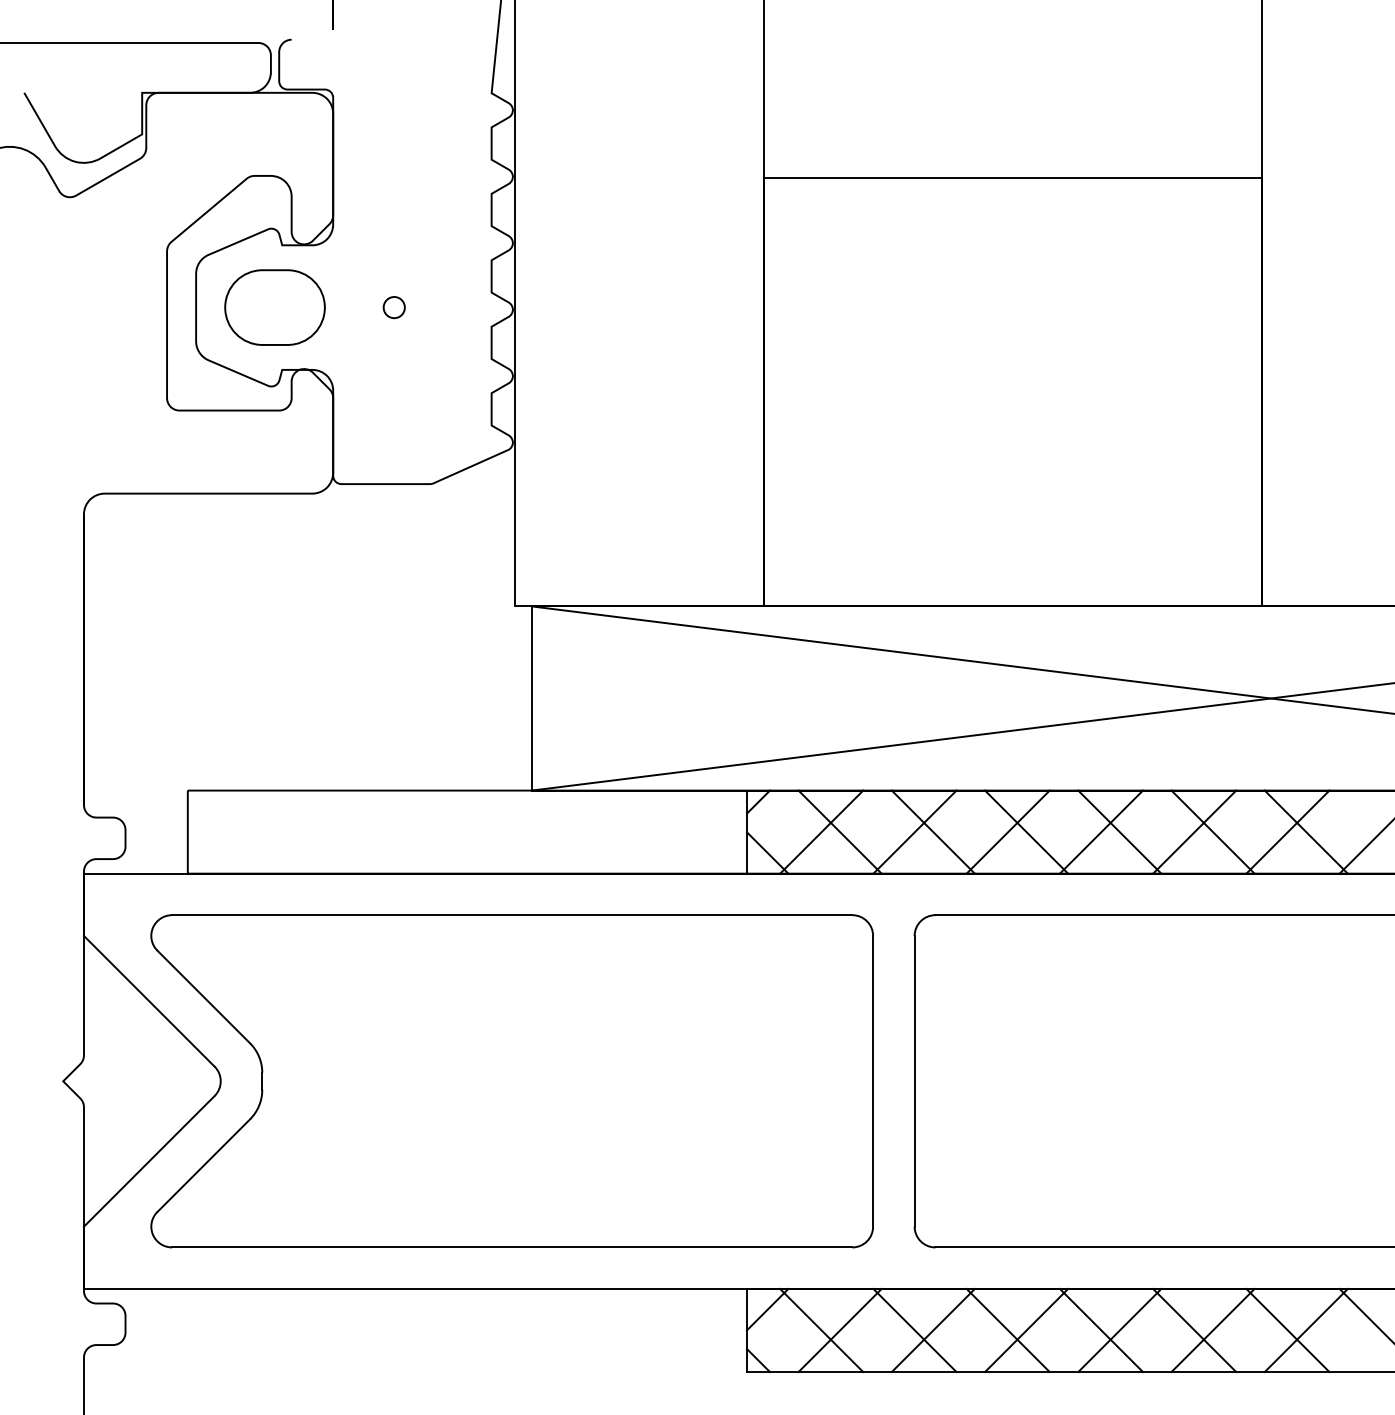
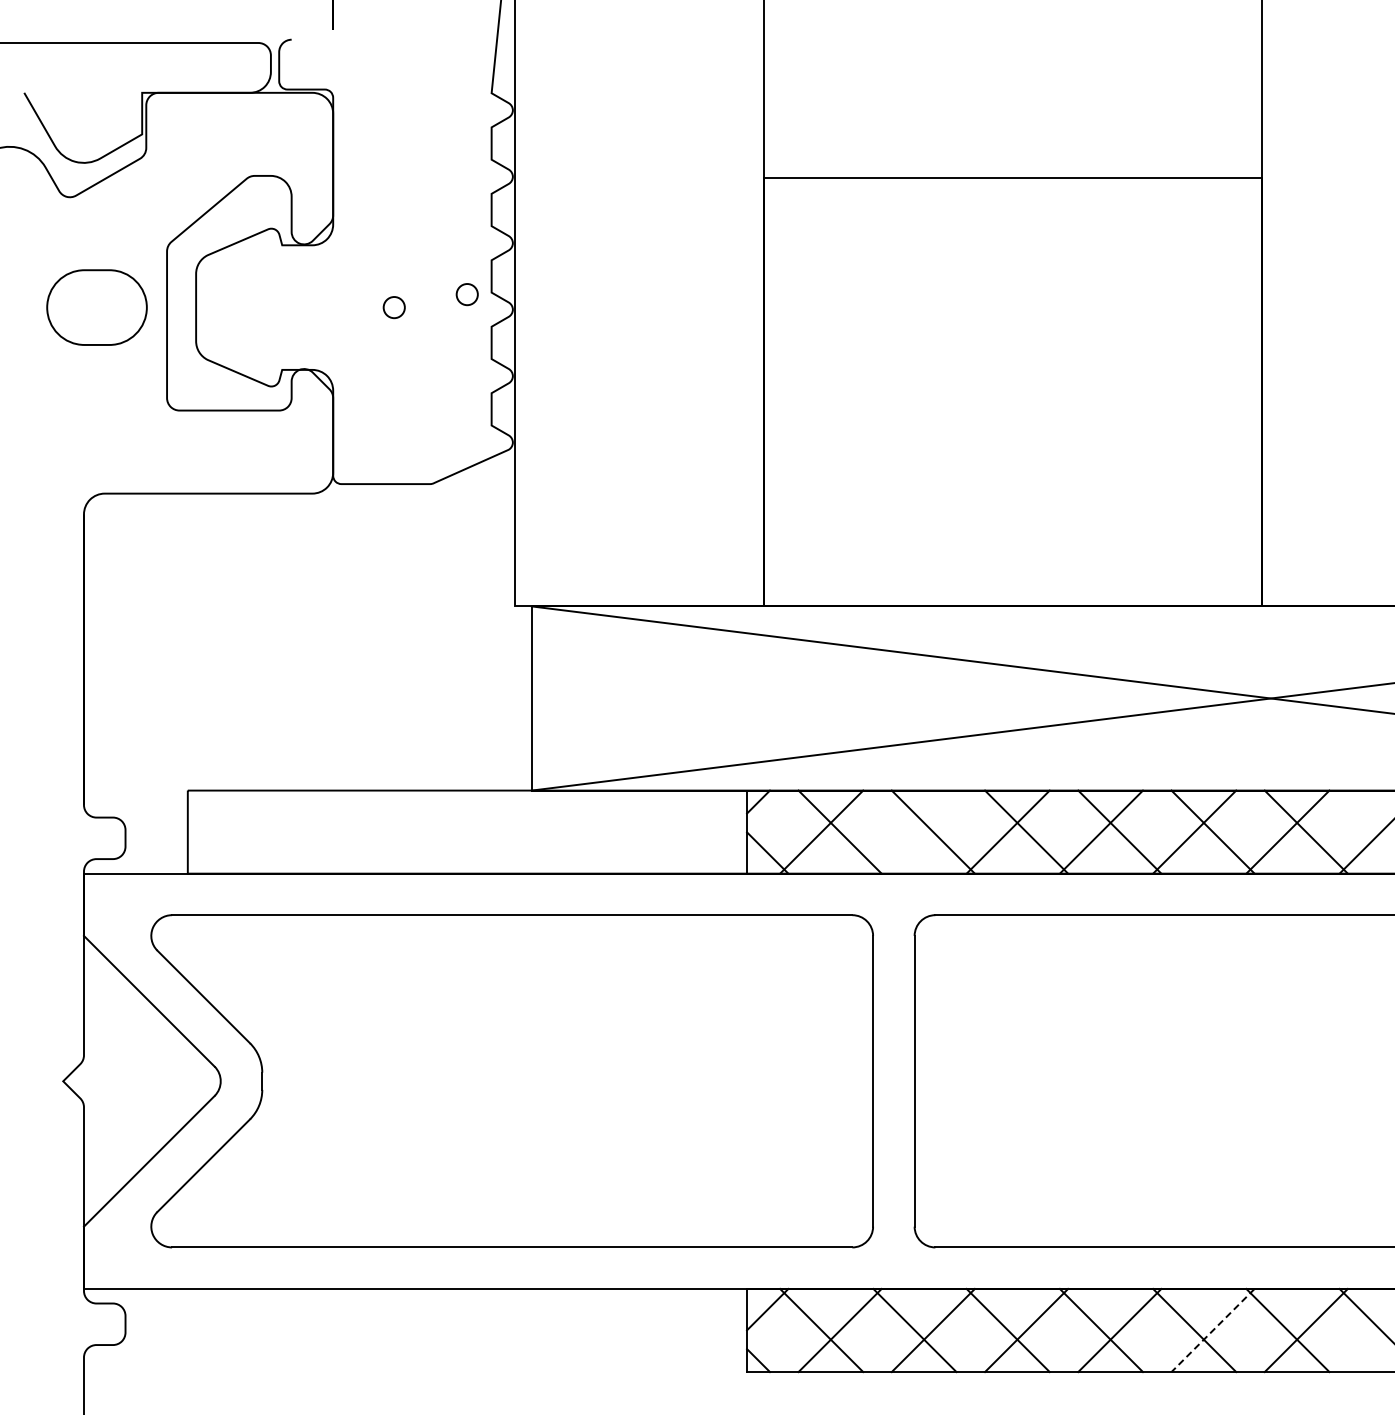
circle at (466, 294): none -> present
part at (274, 307) position: (274, 307) -> (96, 307)
line at (914, 831): present -> none
line at (1213, 1330): solid -> dashed
